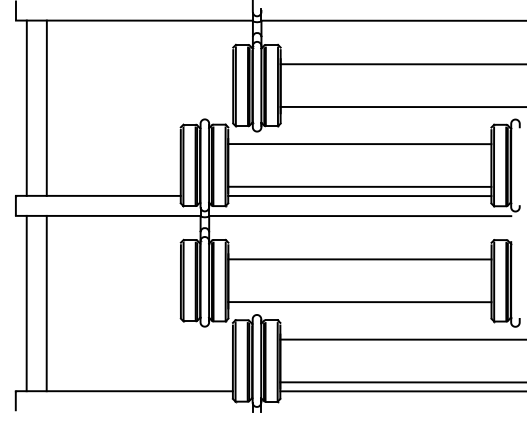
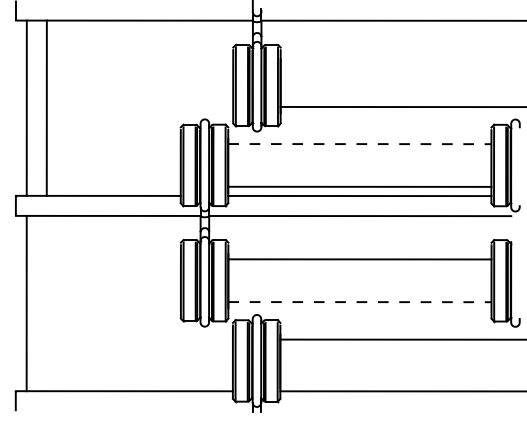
line at (401, 64): present -> none
line at (359, 144): solid -> dashed
line at (359, 302): solid -> dashed
line at (46, 303): present -> none
line at (401, 382): present -> none
